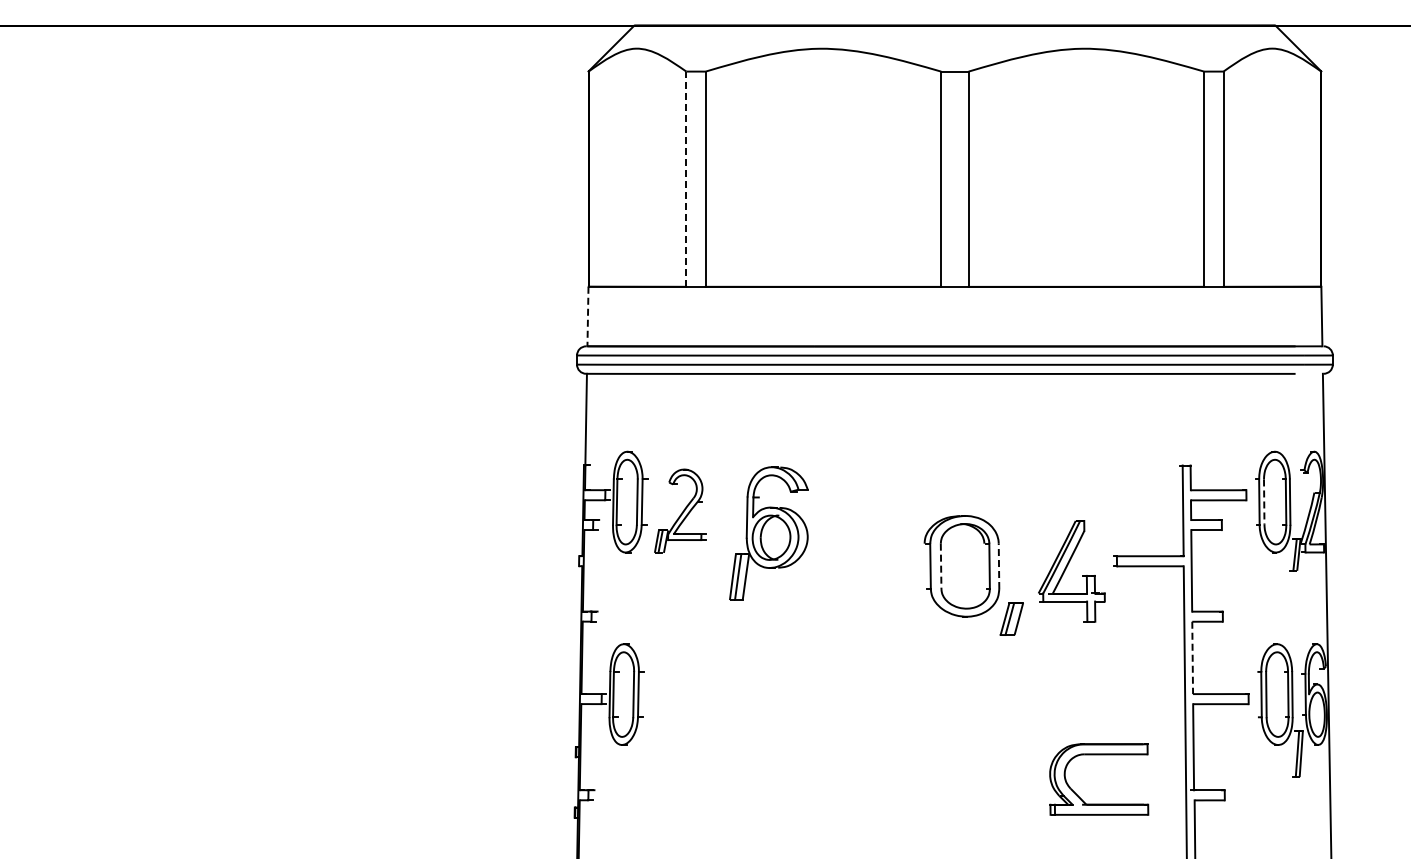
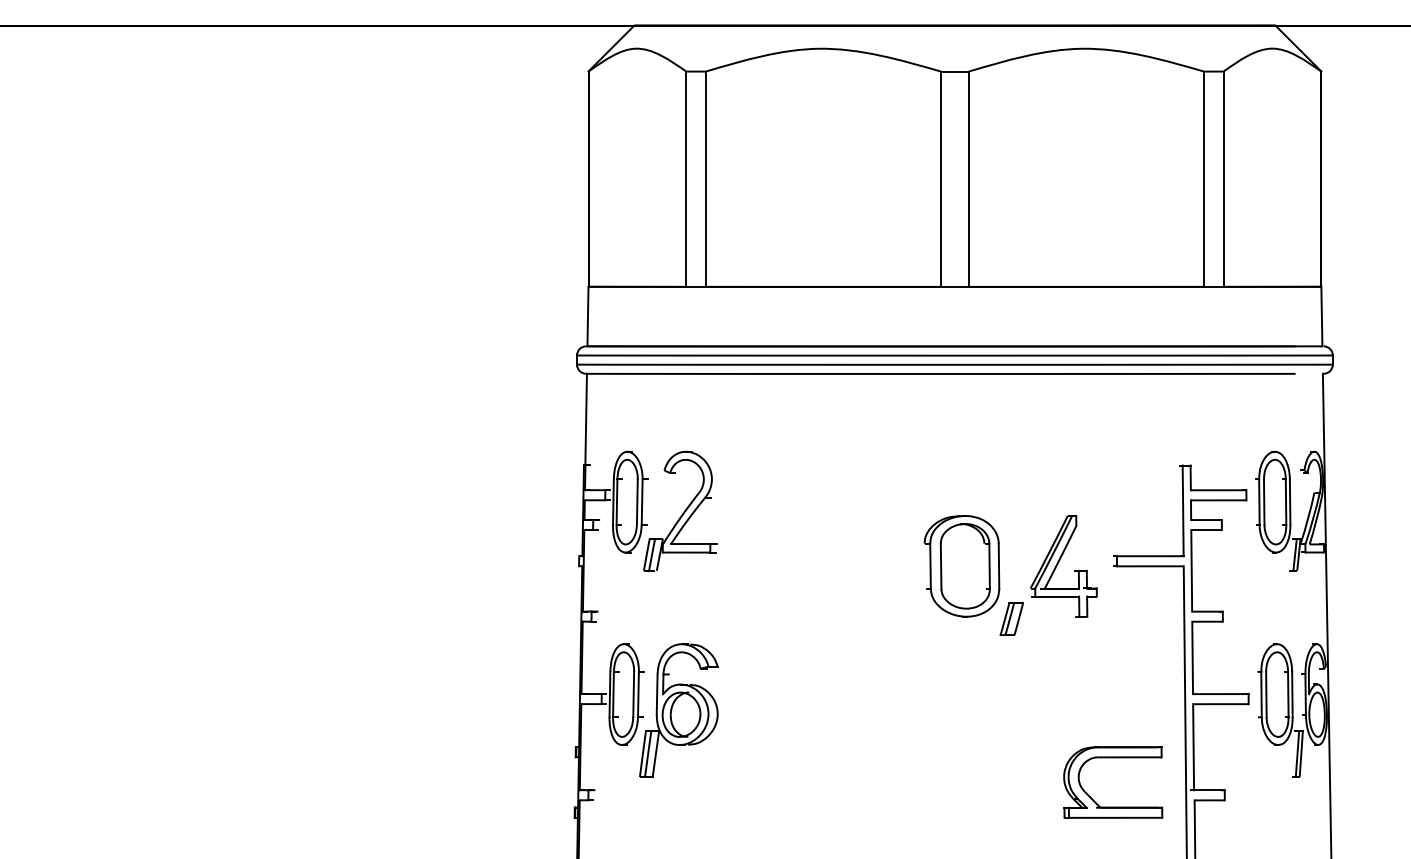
line at (686, 179): dashed -> solid
line at (587, 316): dashed -> solid
line at (1264, 502): dashed -> solid
part at (680, 510) size: 53x86 px -> 75x122 px
part at (768, 533) position: (768, 533) -> (678, 710)
line at (941, 566): dashed -> solid
line at (999, 566): dashed -> solid
part at (1071, 571) position: (1071, 571) -> (1063, 566)
line at (1192, 658): dashed -> solid
part at (1099, 755) position: (1099, 755) -> (1113, 758)
